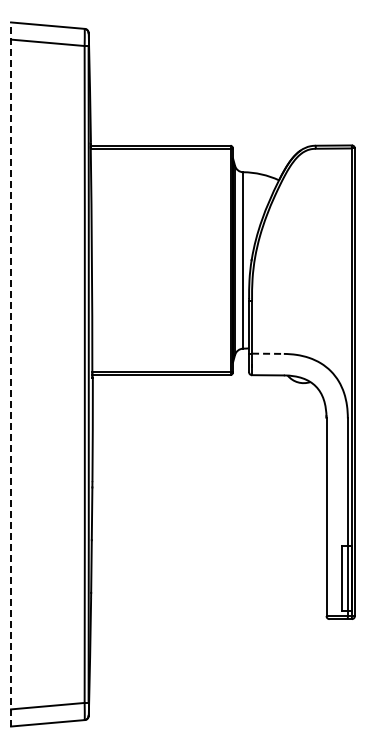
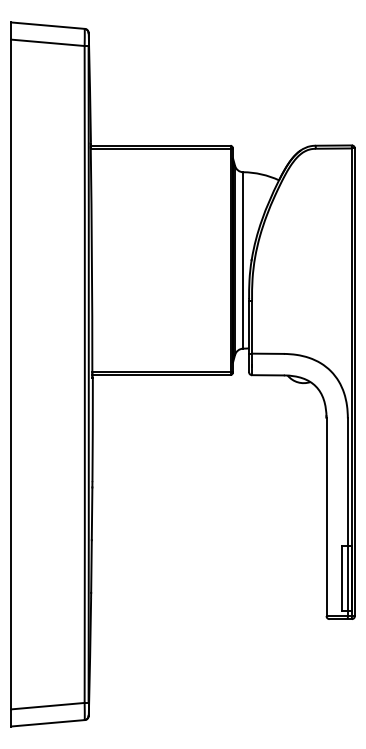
line at (267, 353): dashed -> solid
line at (11, 373): dashed -> solid
